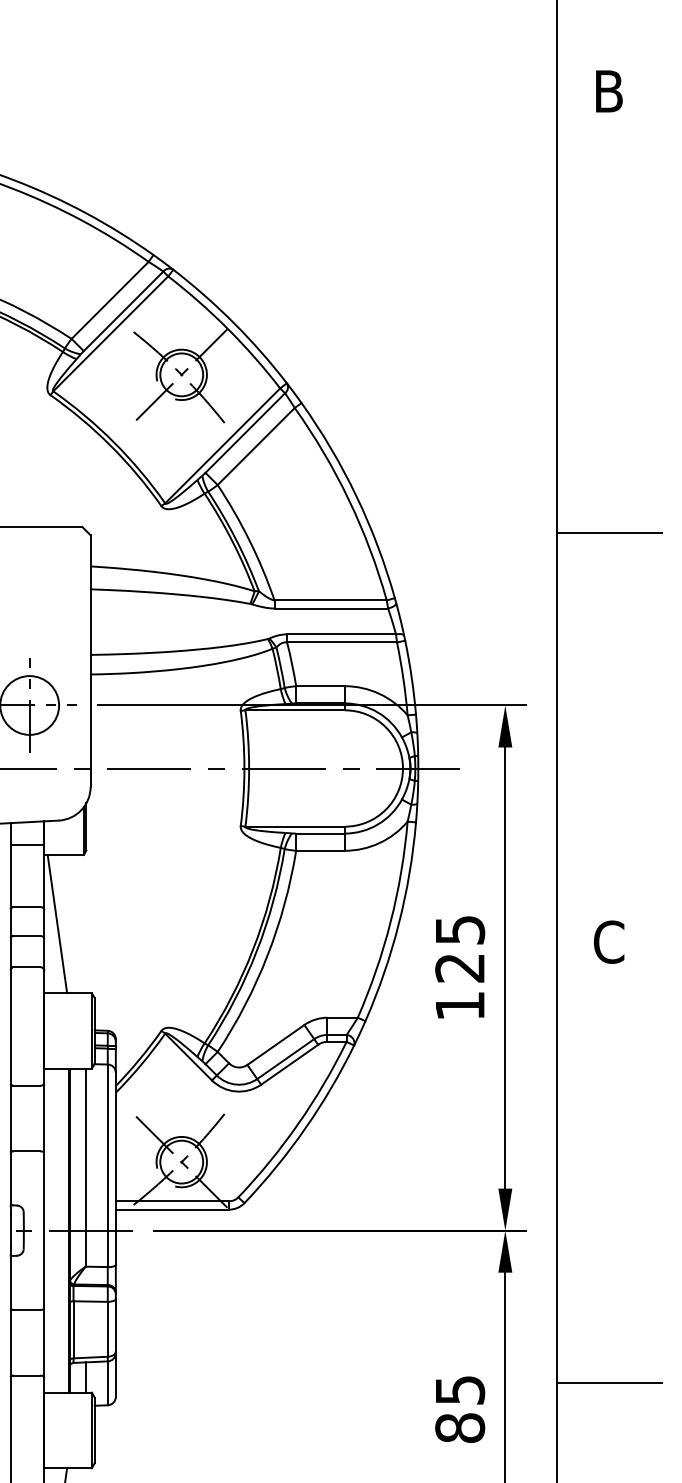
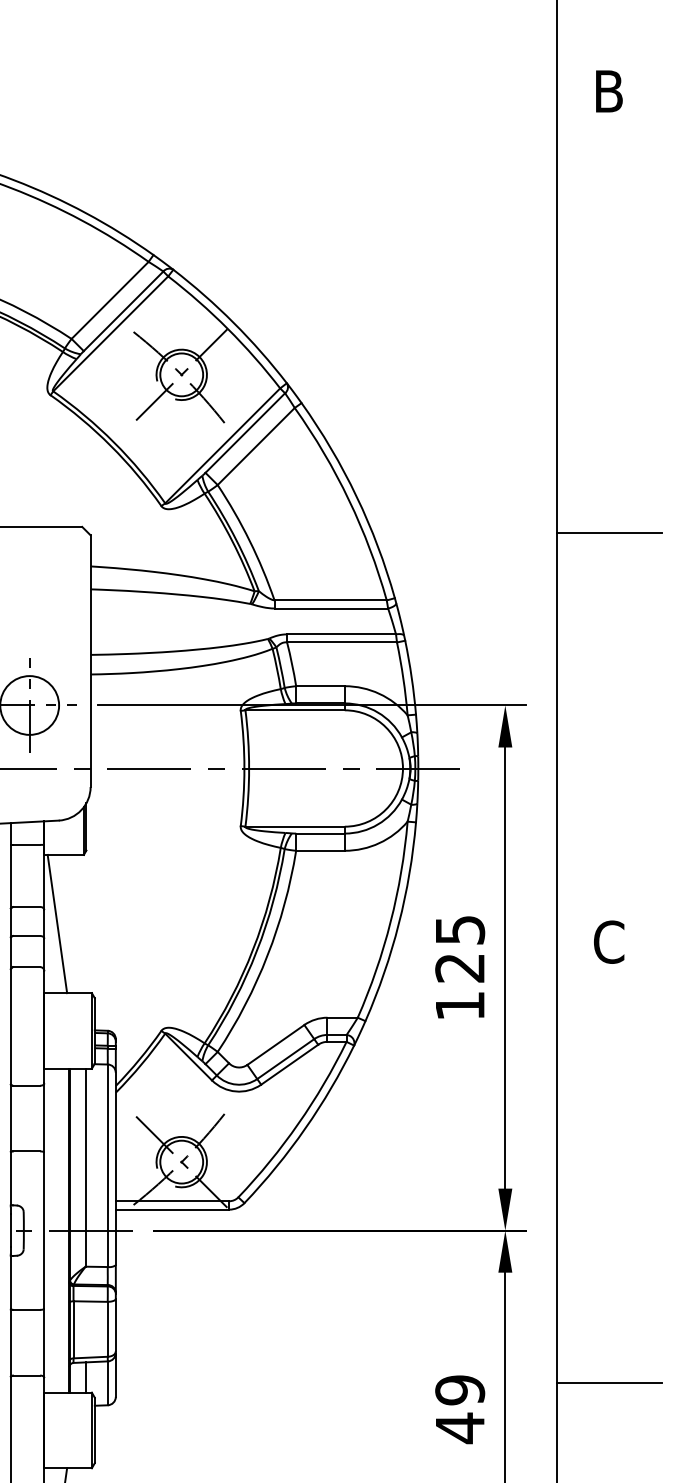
text at (460, 1409): 85 -> 49
